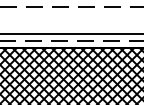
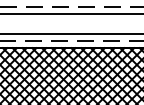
line at (71, 13): none -> present
